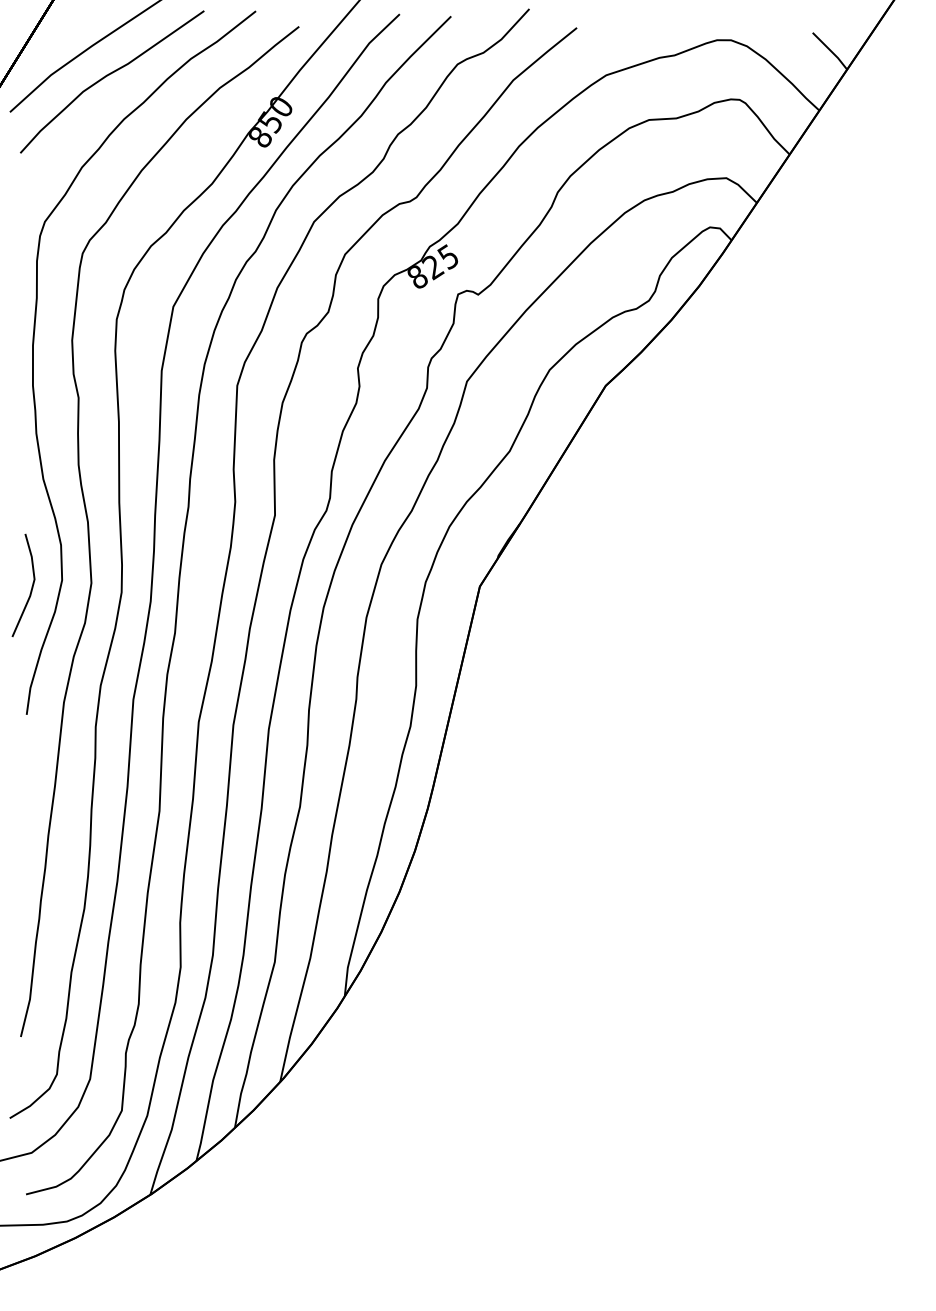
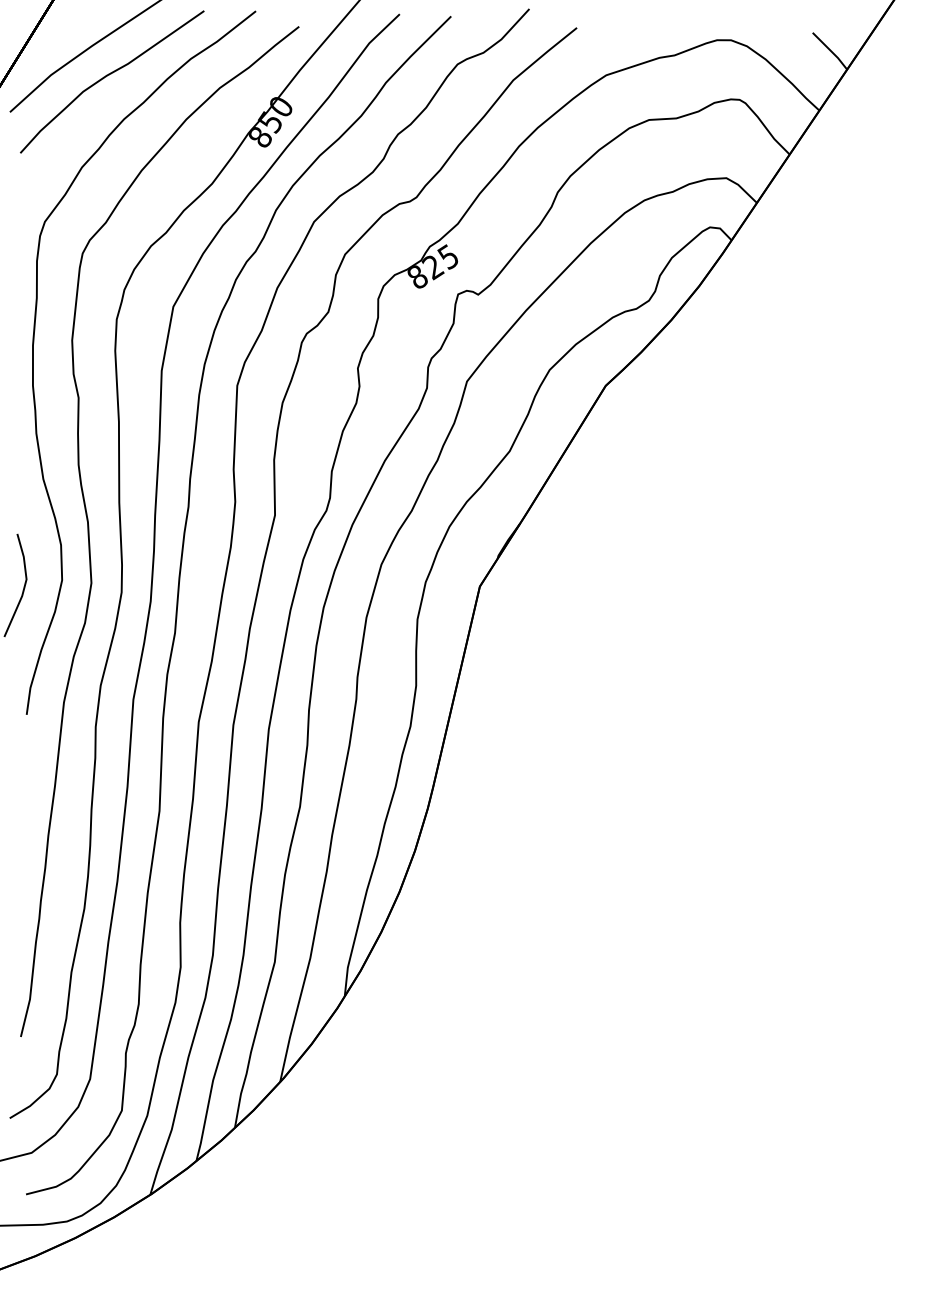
line at (31, 586) position: (31, 586) -> (23, 586)
